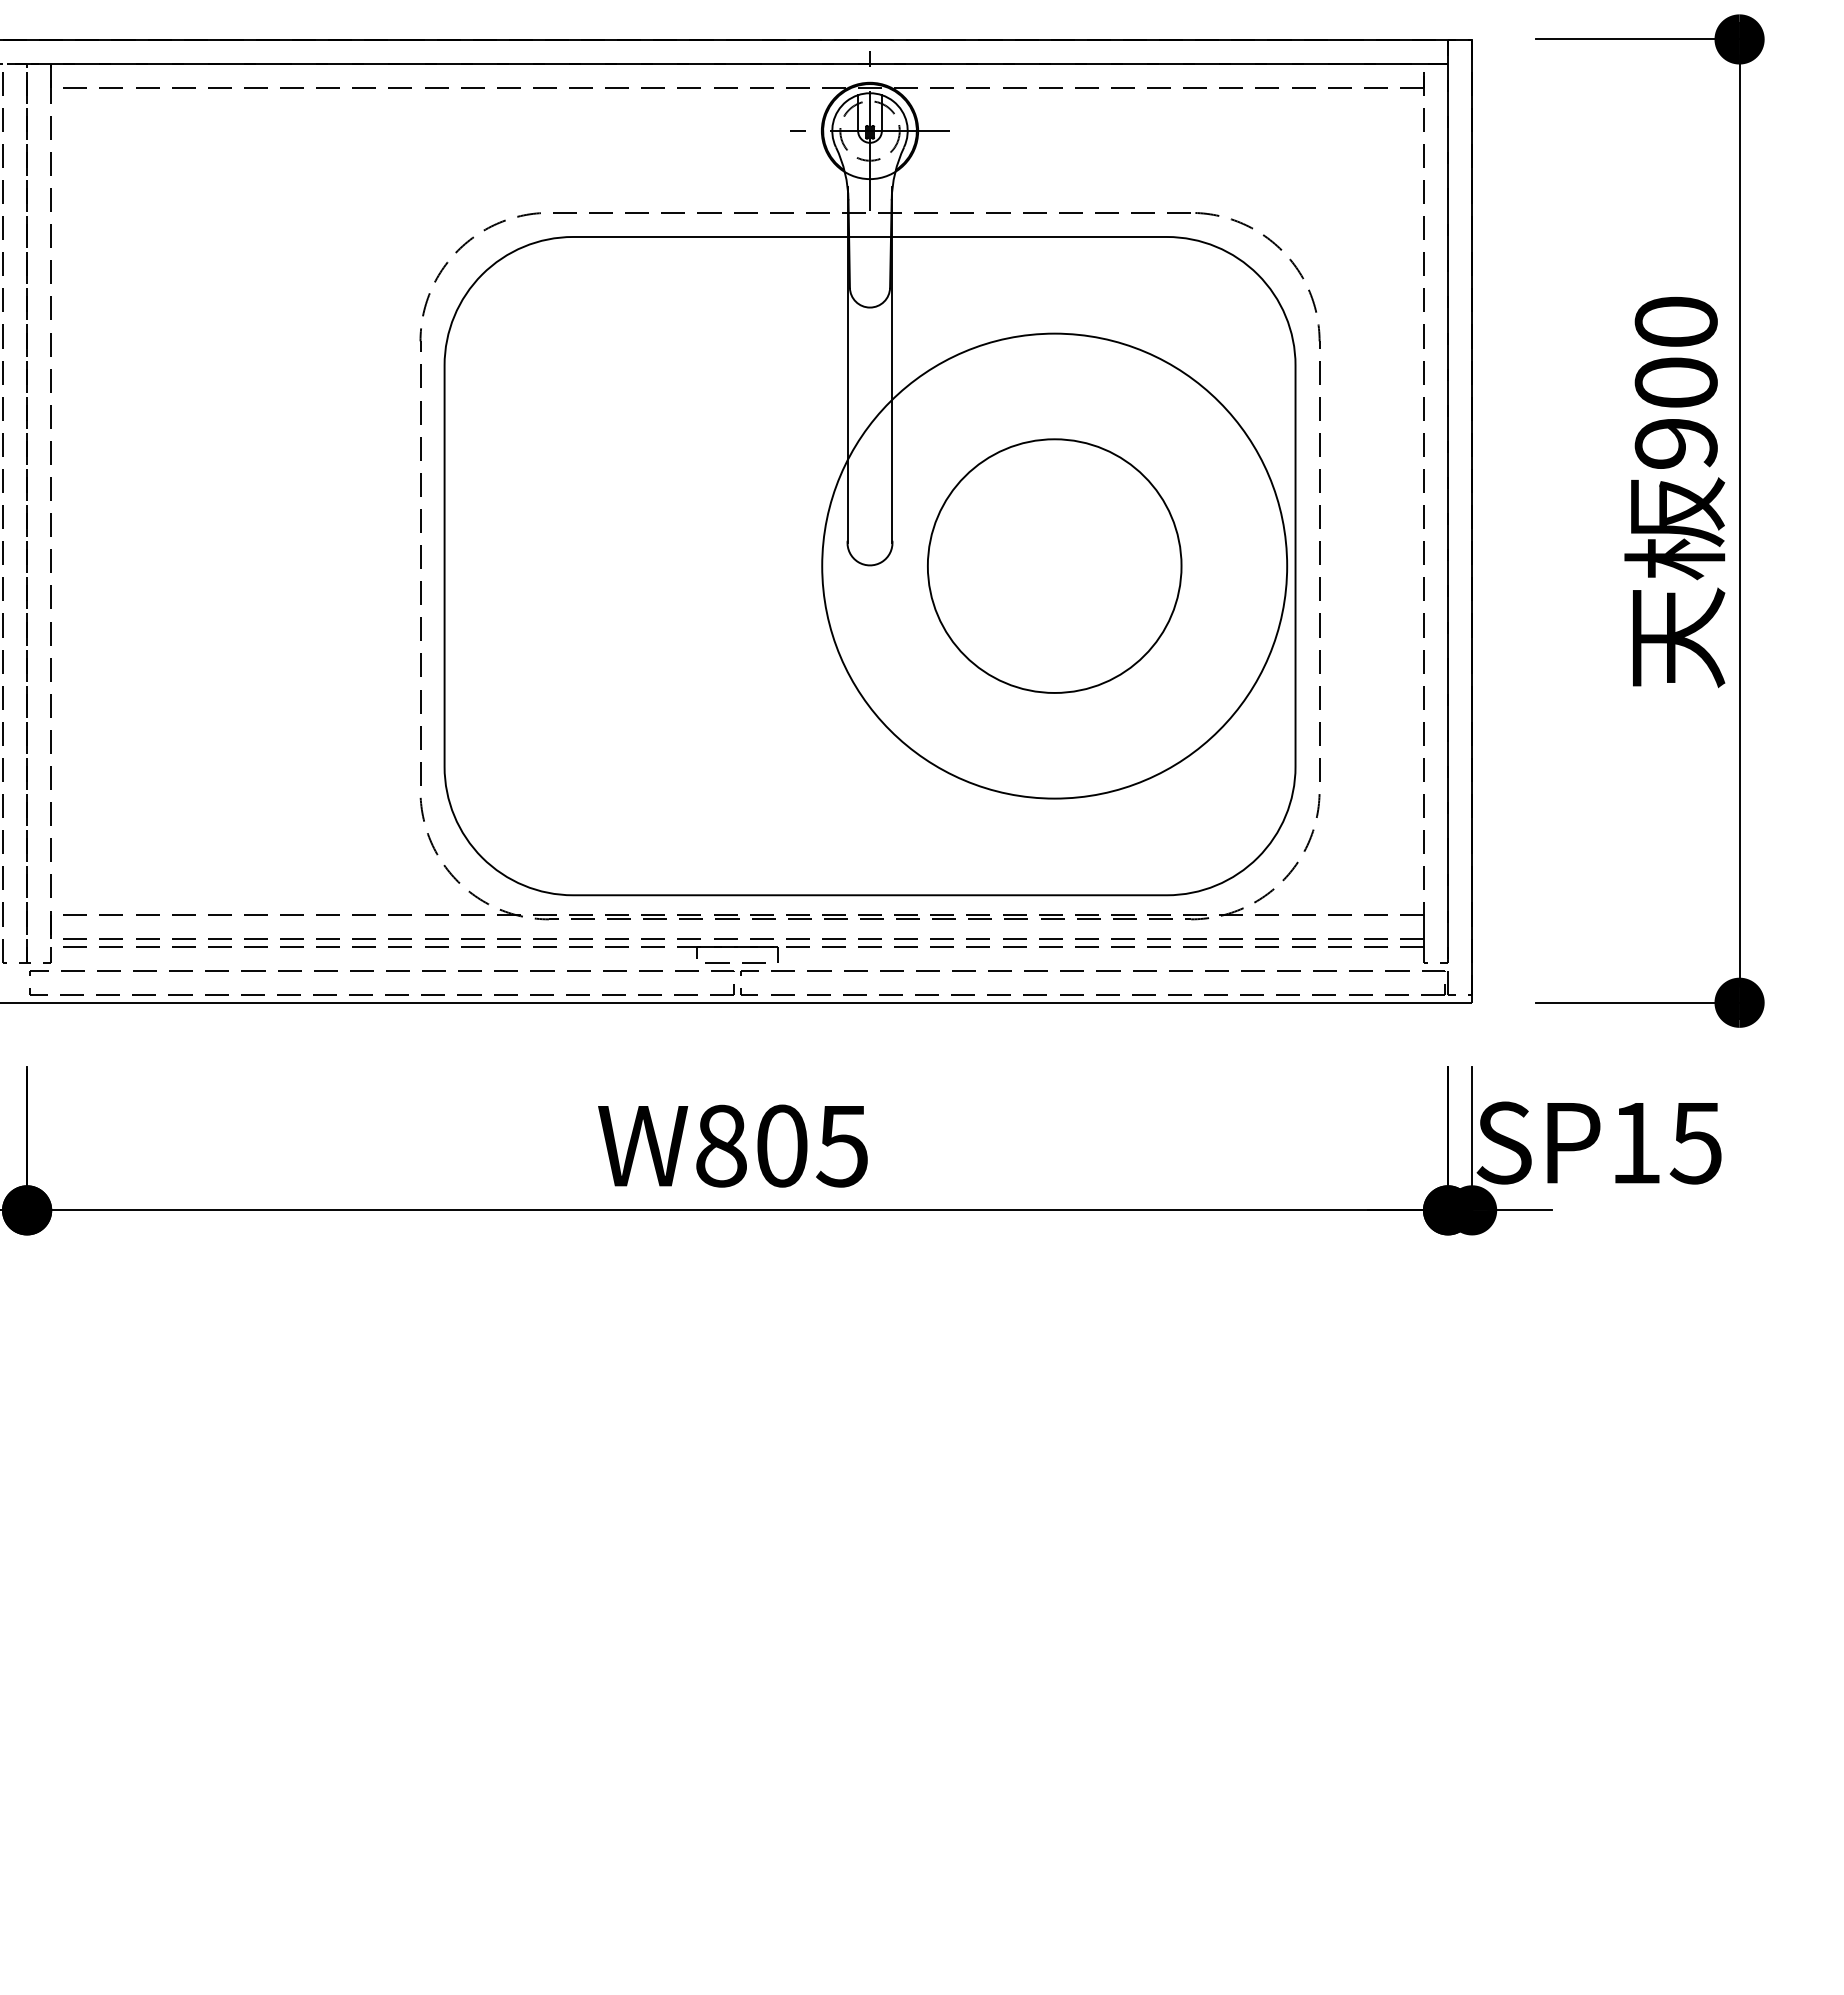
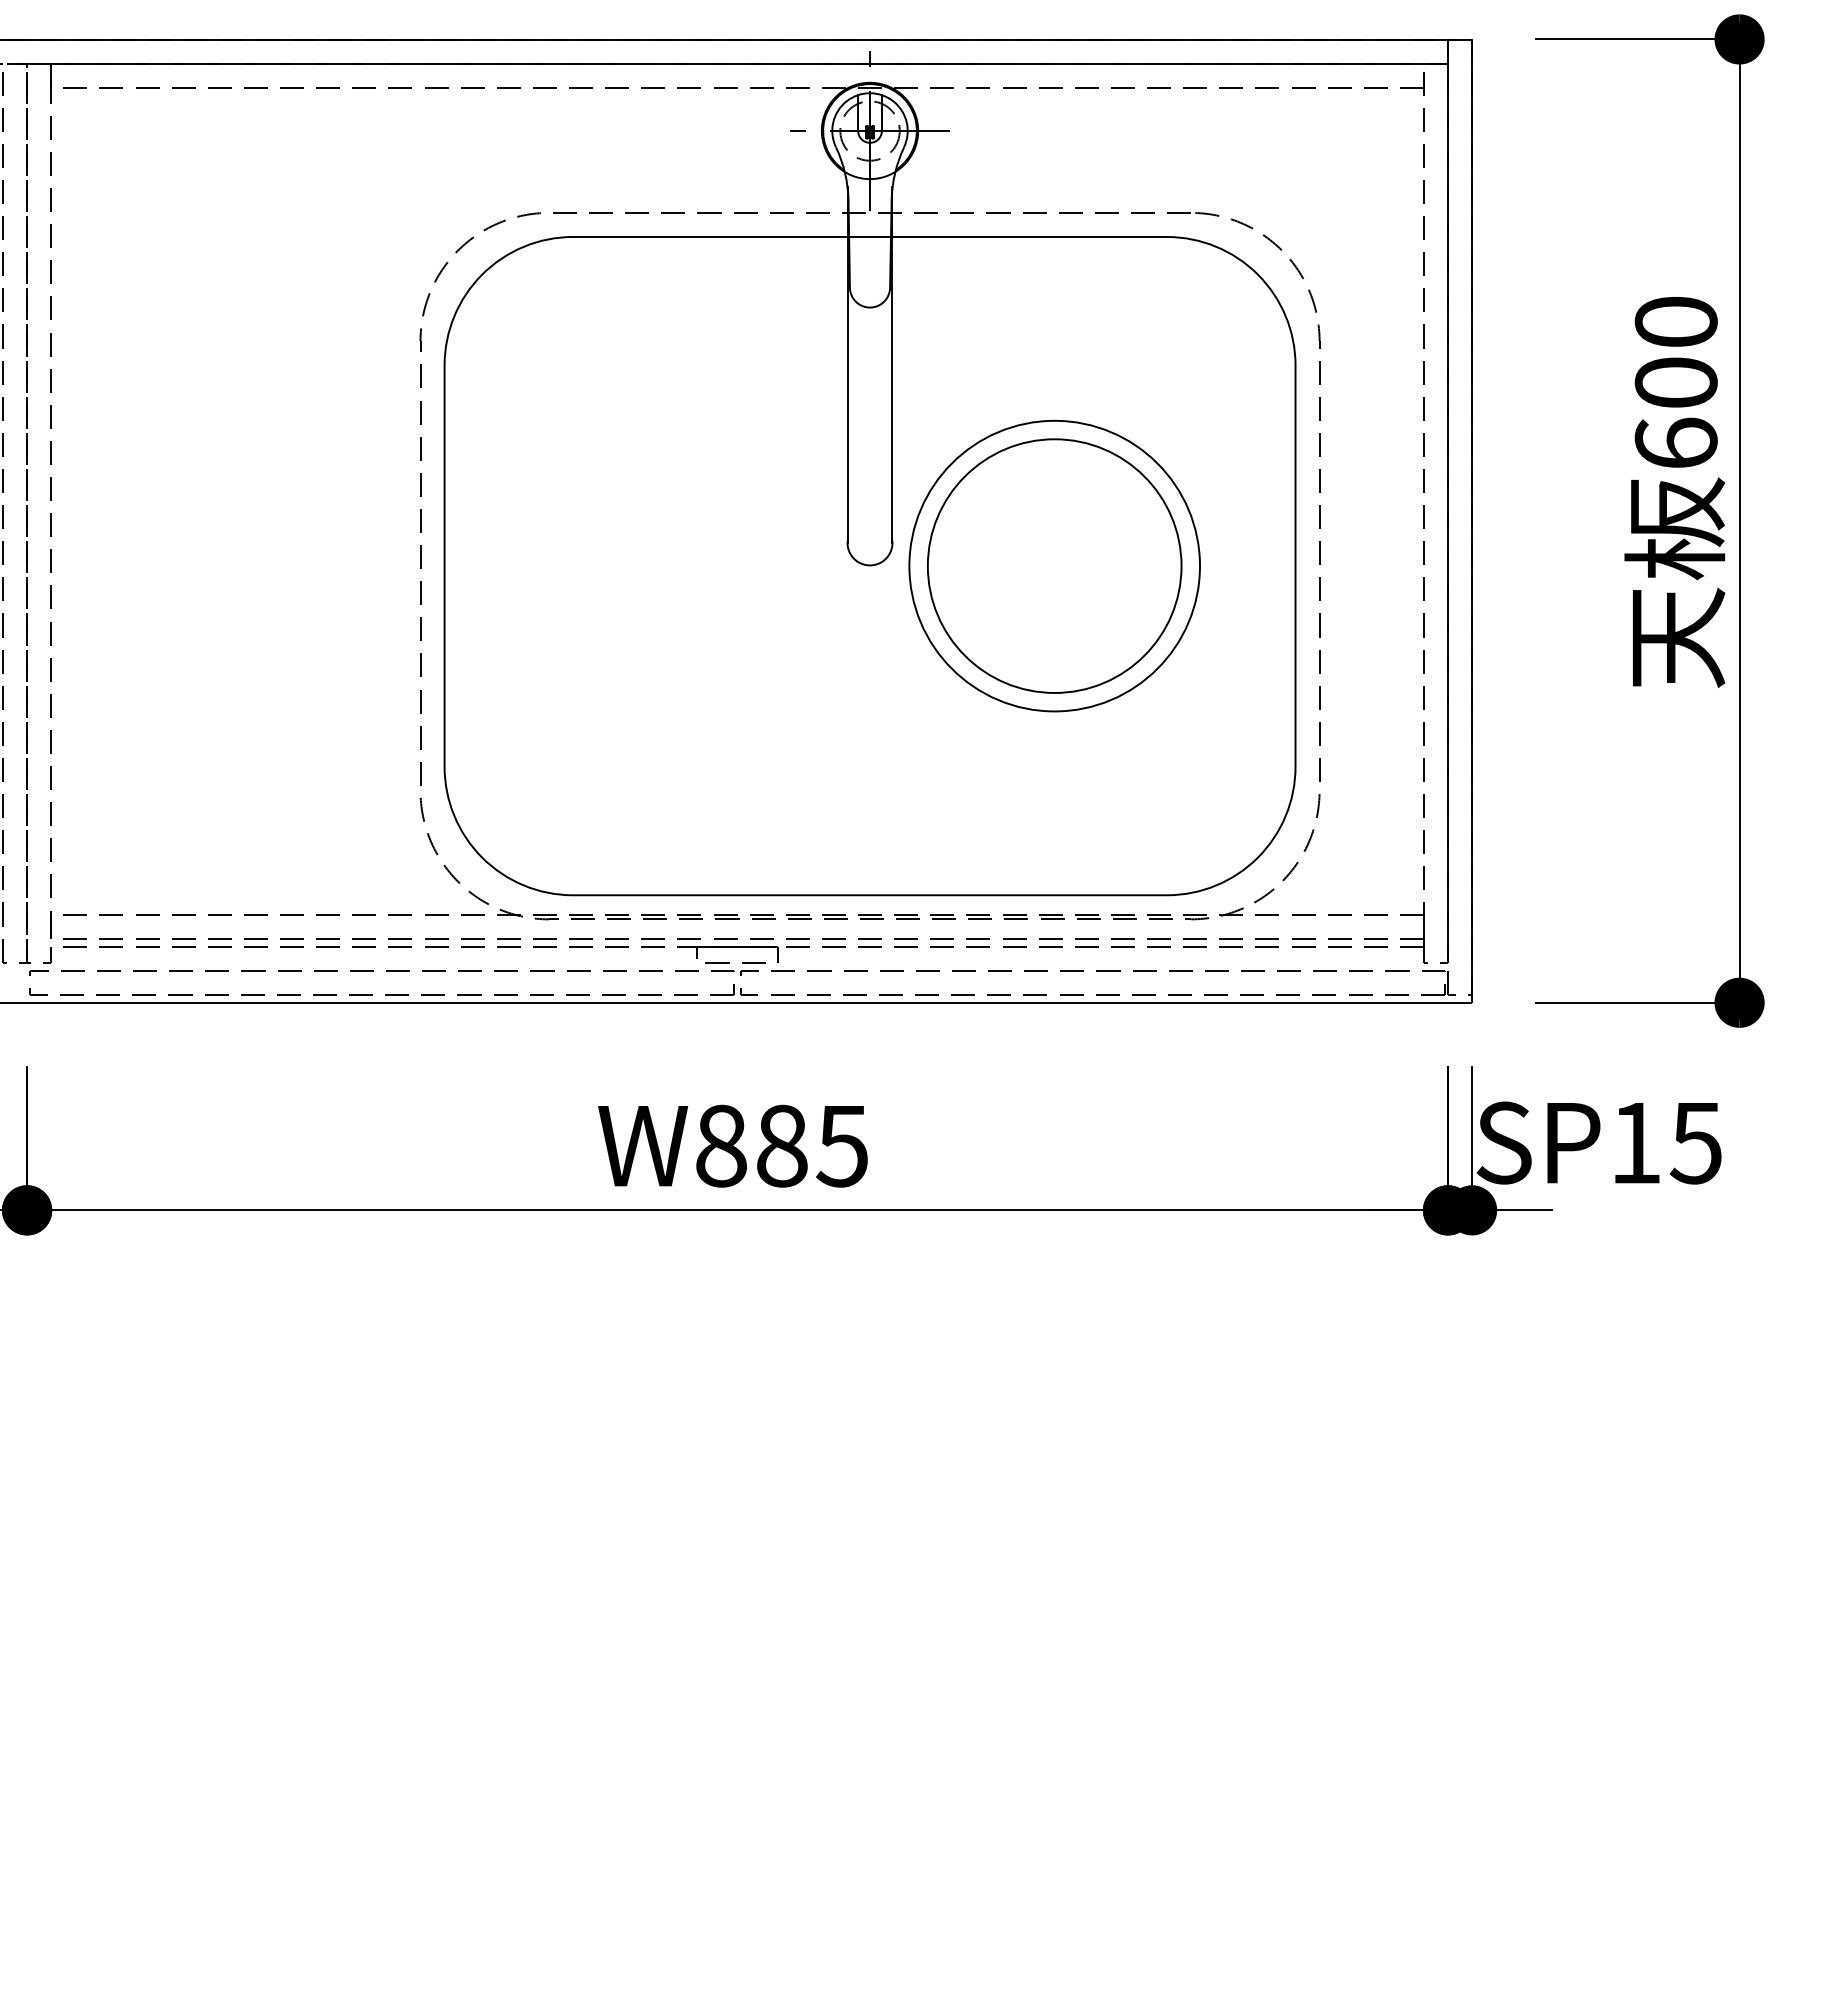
text at (1675, 442): 900 -> 600
circle at (1054, 565) diameter: 465 px -> 291 px
text at (782, 1145): W805 -> W885
